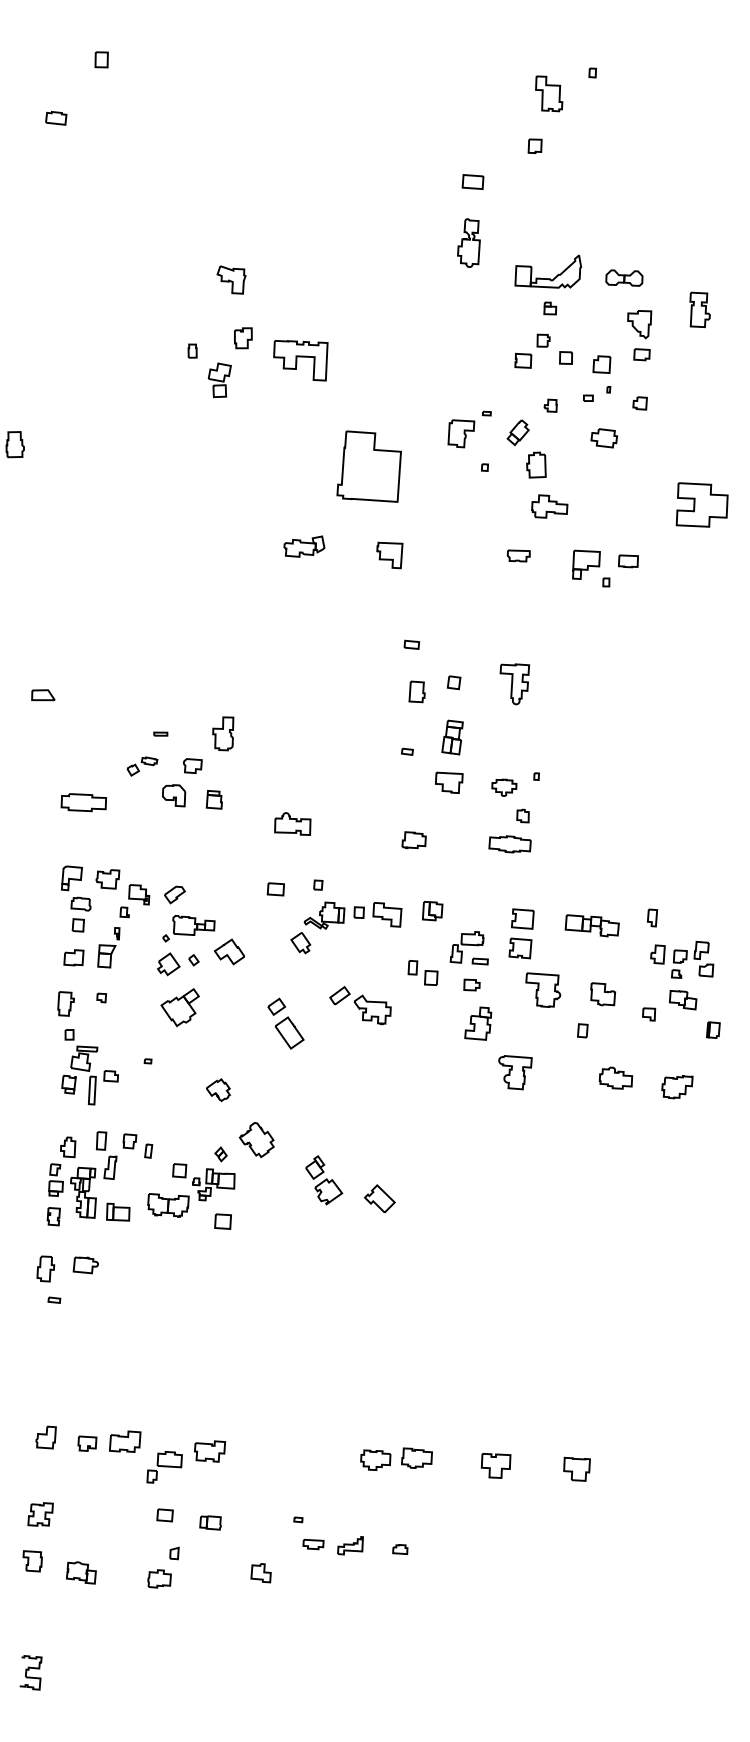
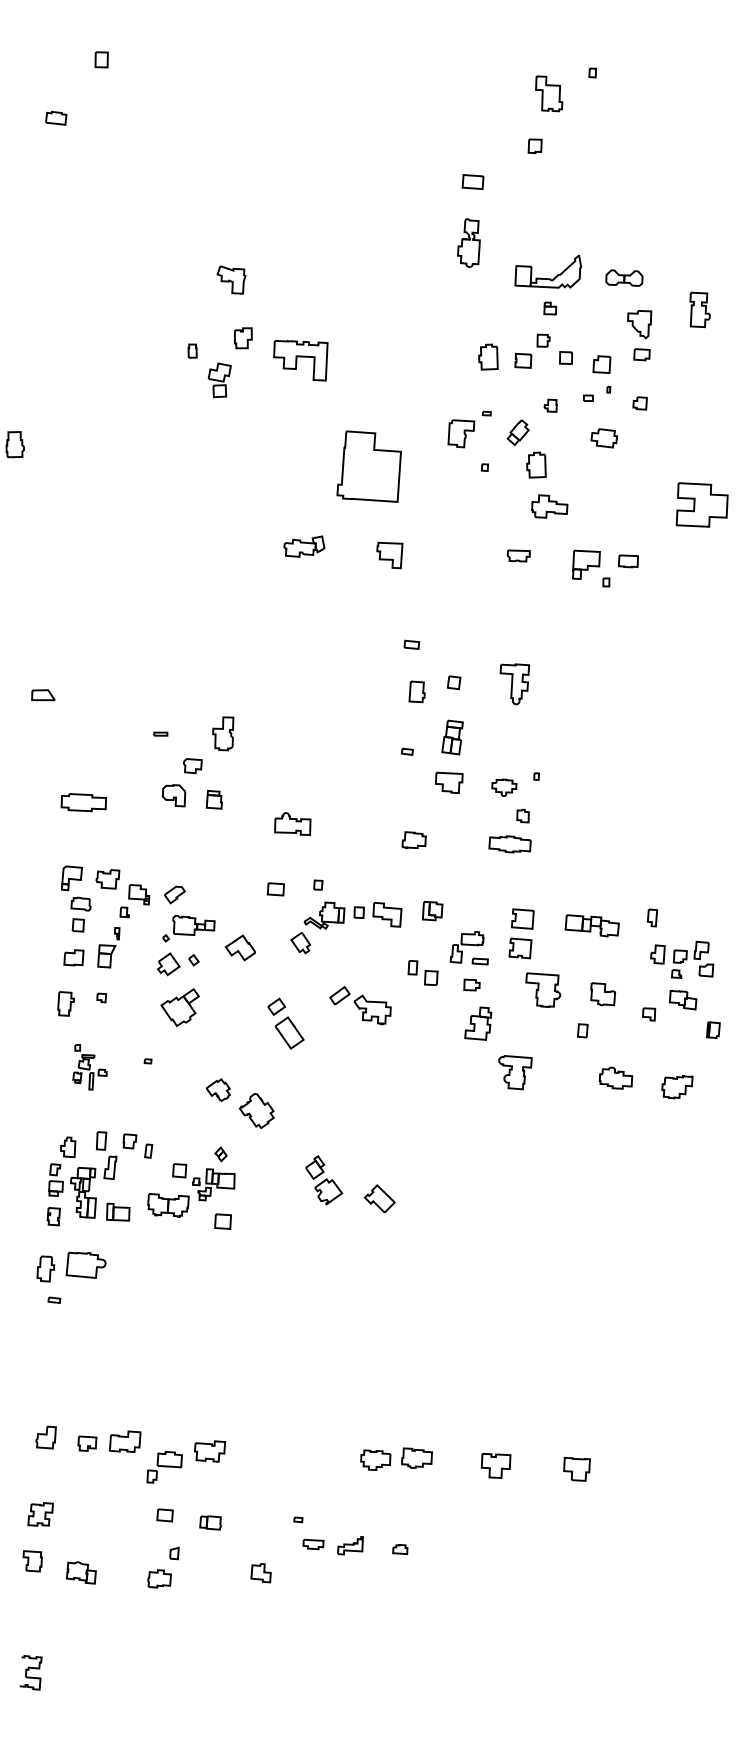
part at (488, 356): none -> present
part at (142, 766): present -> none
part at (229, 951) position: (229, 951) -> (240, 947)
part at (89, 1067) size: 58x77 px -> 36x47 px
part at (256, 1140) position: (256, 1140) -> (256, 1111)
part at (85, 1265) size: 27x19 px -> 42x28 px
